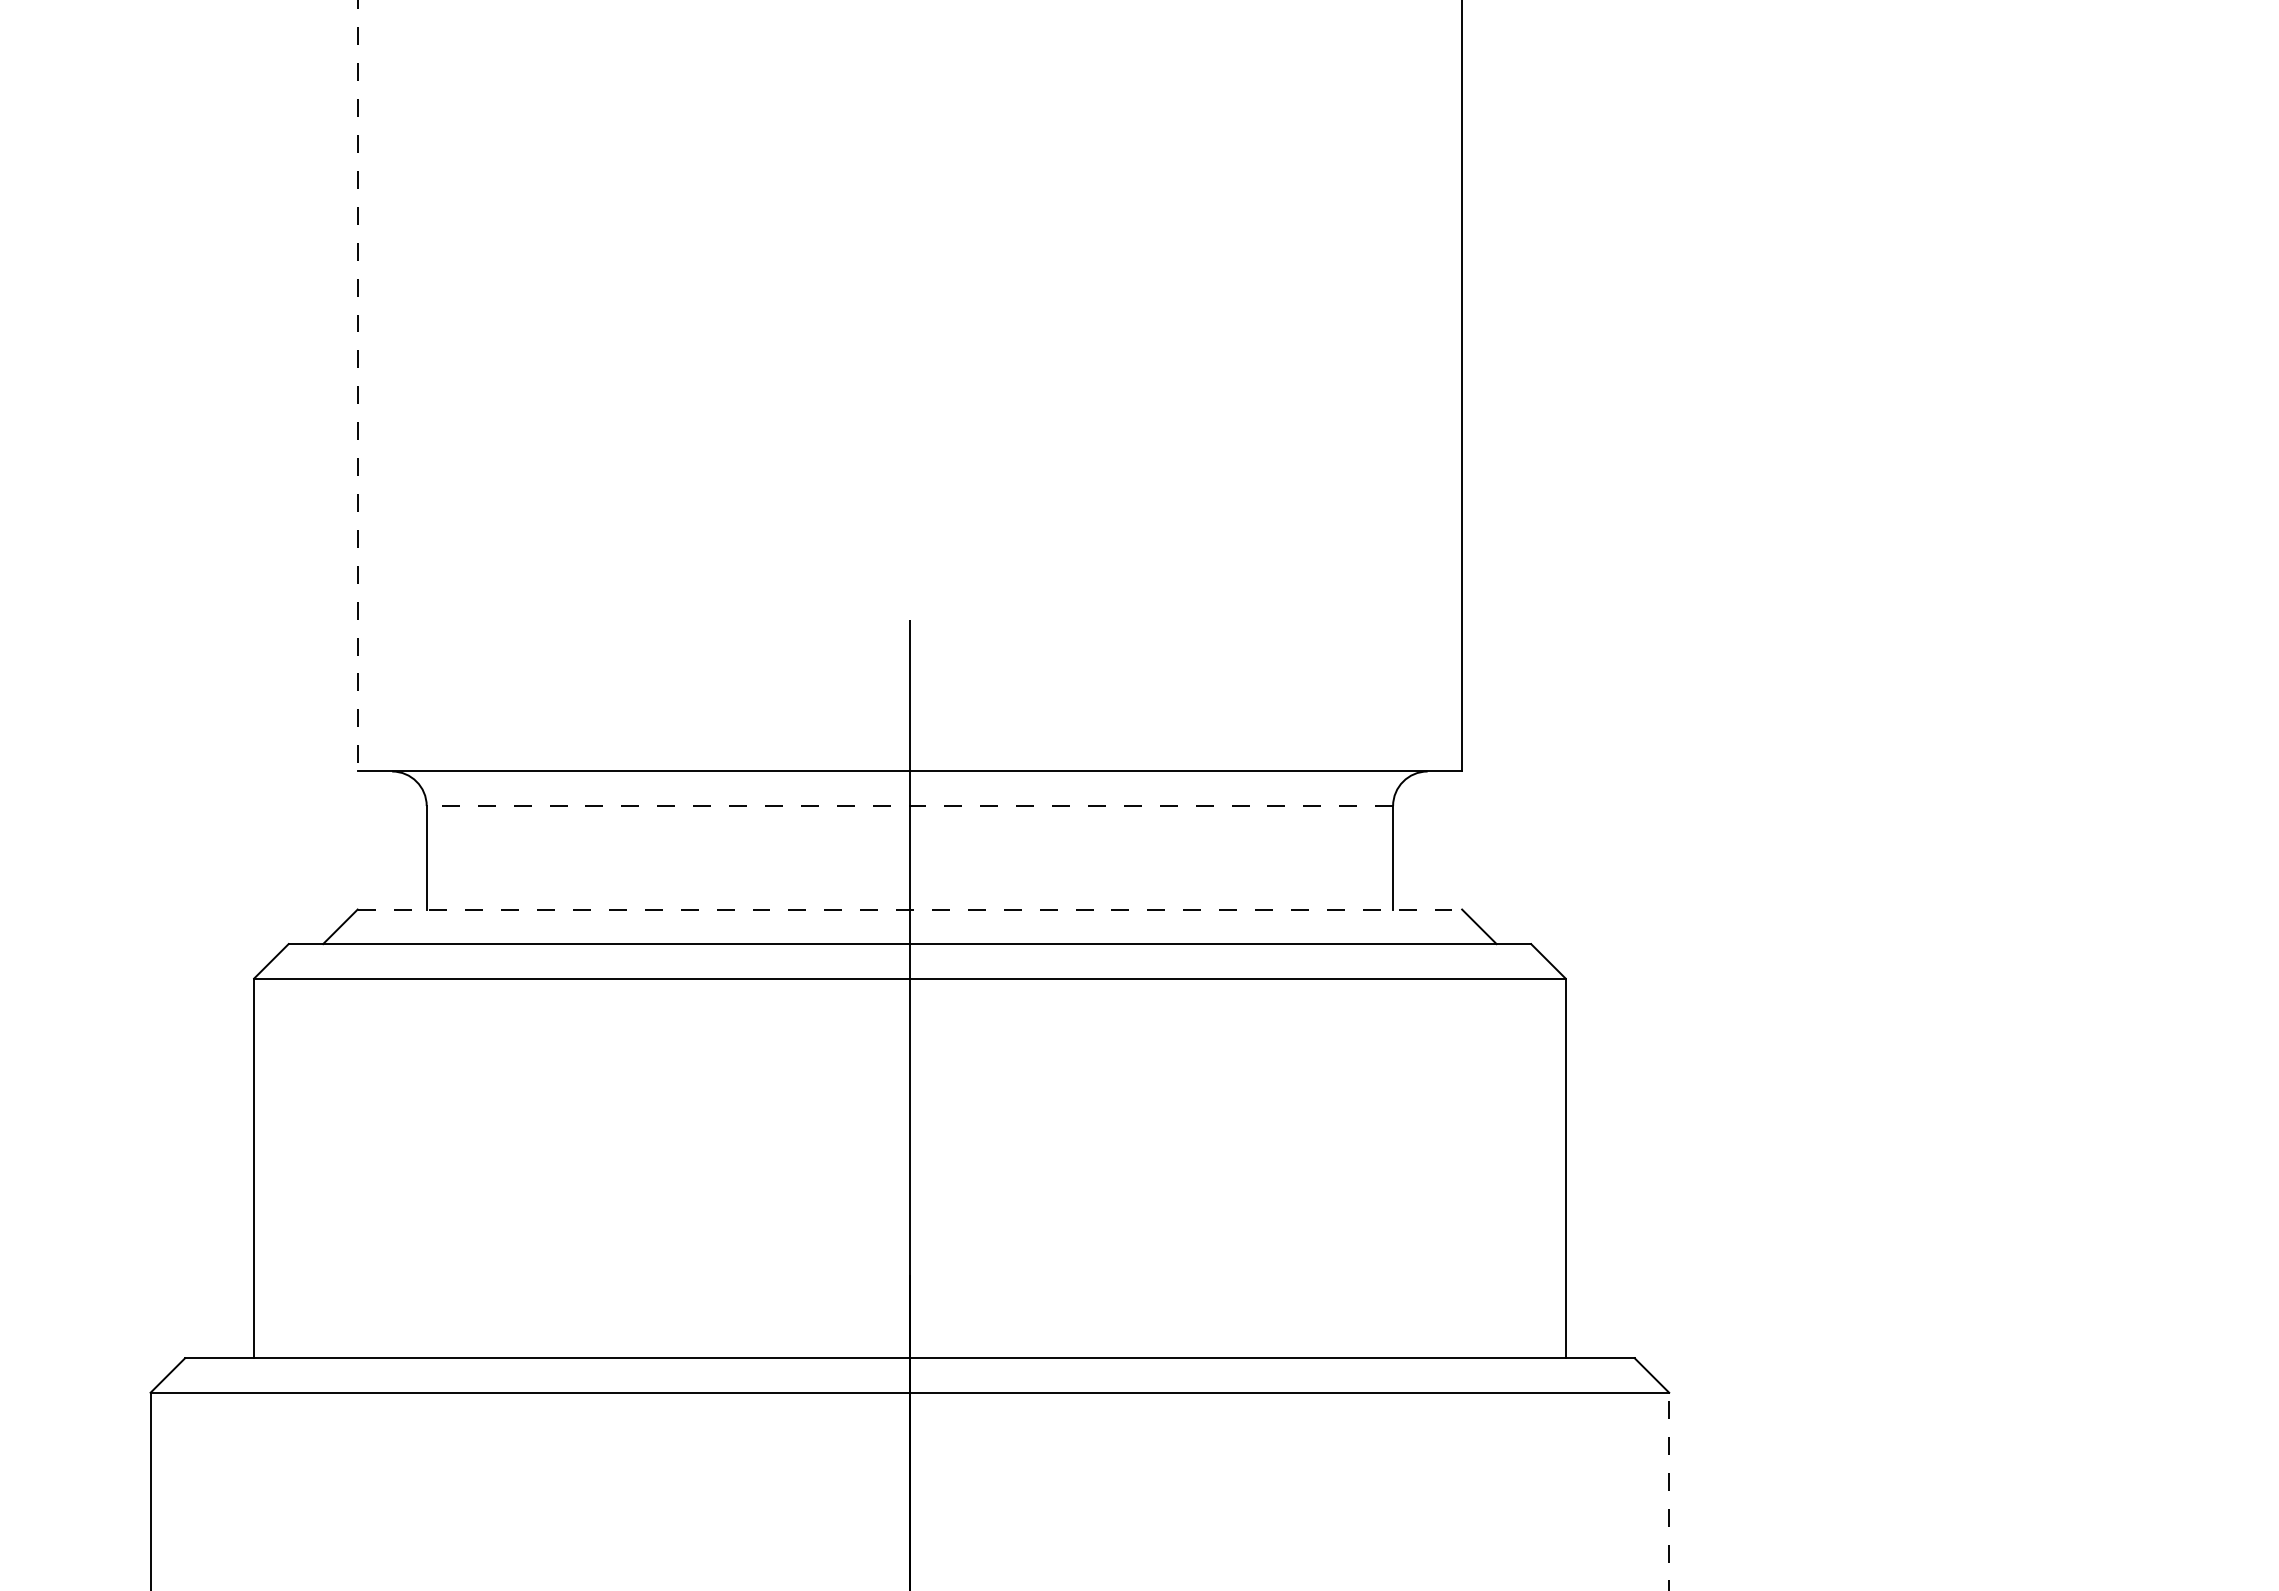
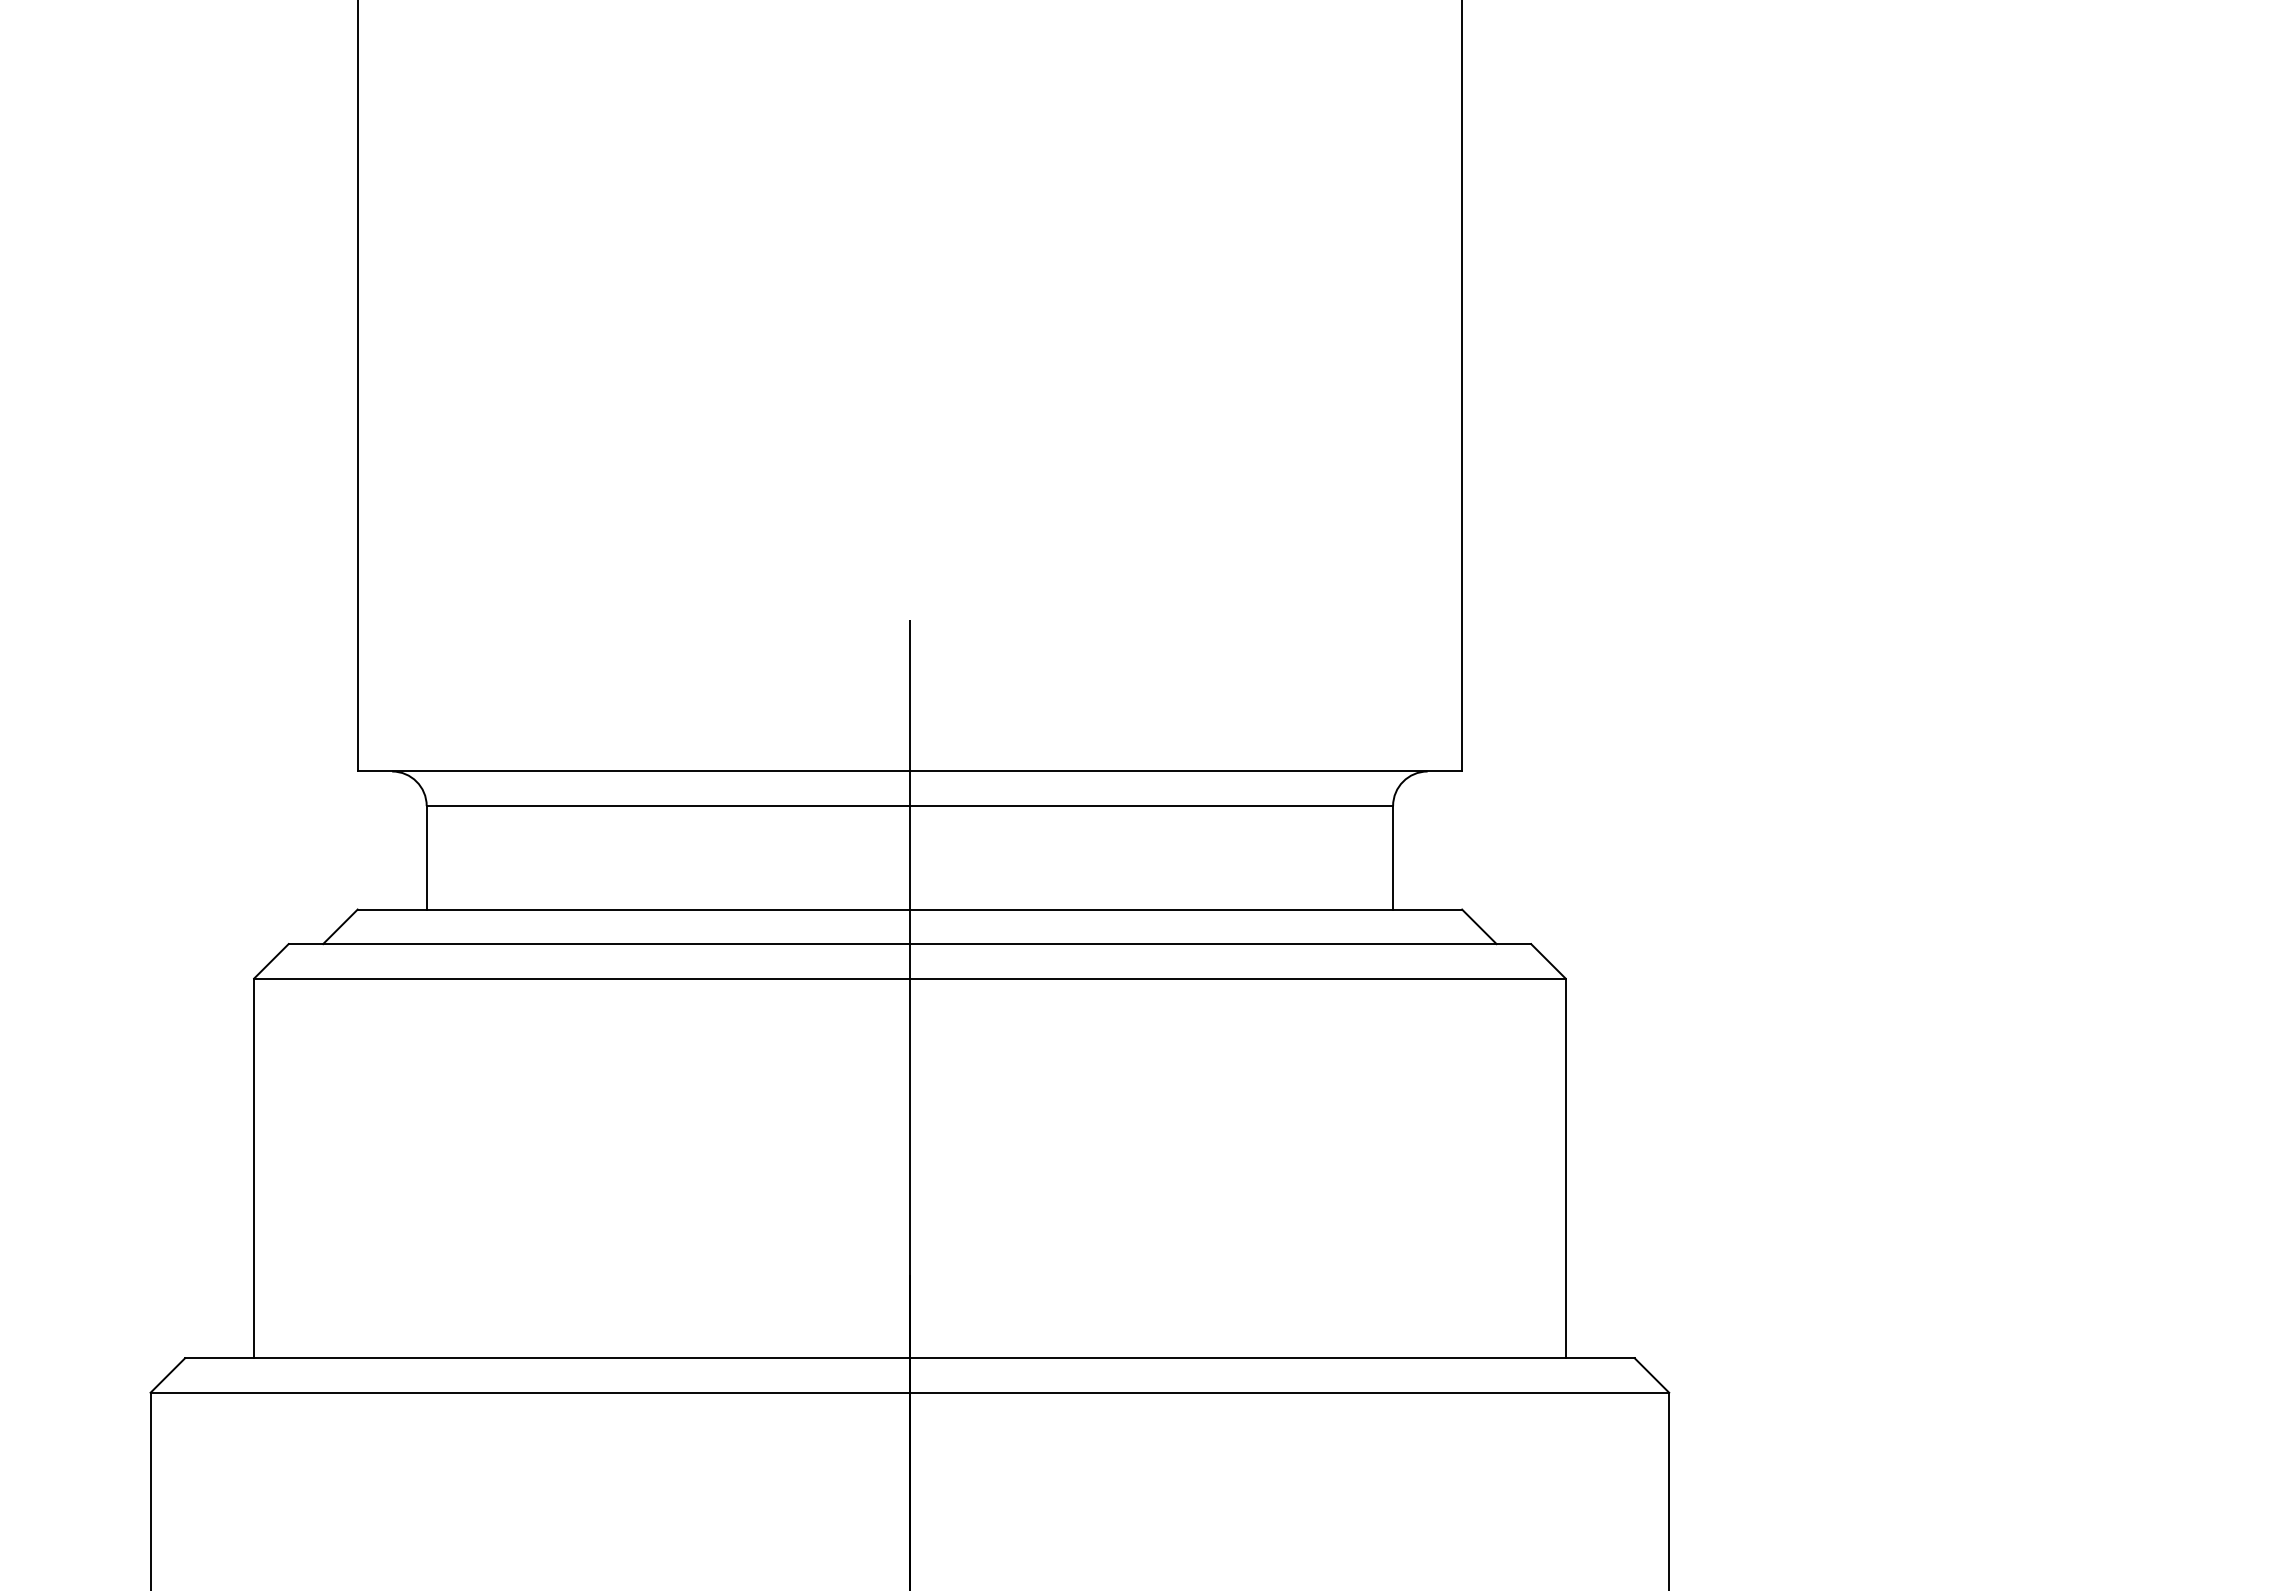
line at (357, 386): dashed -> solid
line at (909, 806): dashed -> solid
line at (910, 909): dashed -> solid
line at (1669, 1491): dashed -> solid
